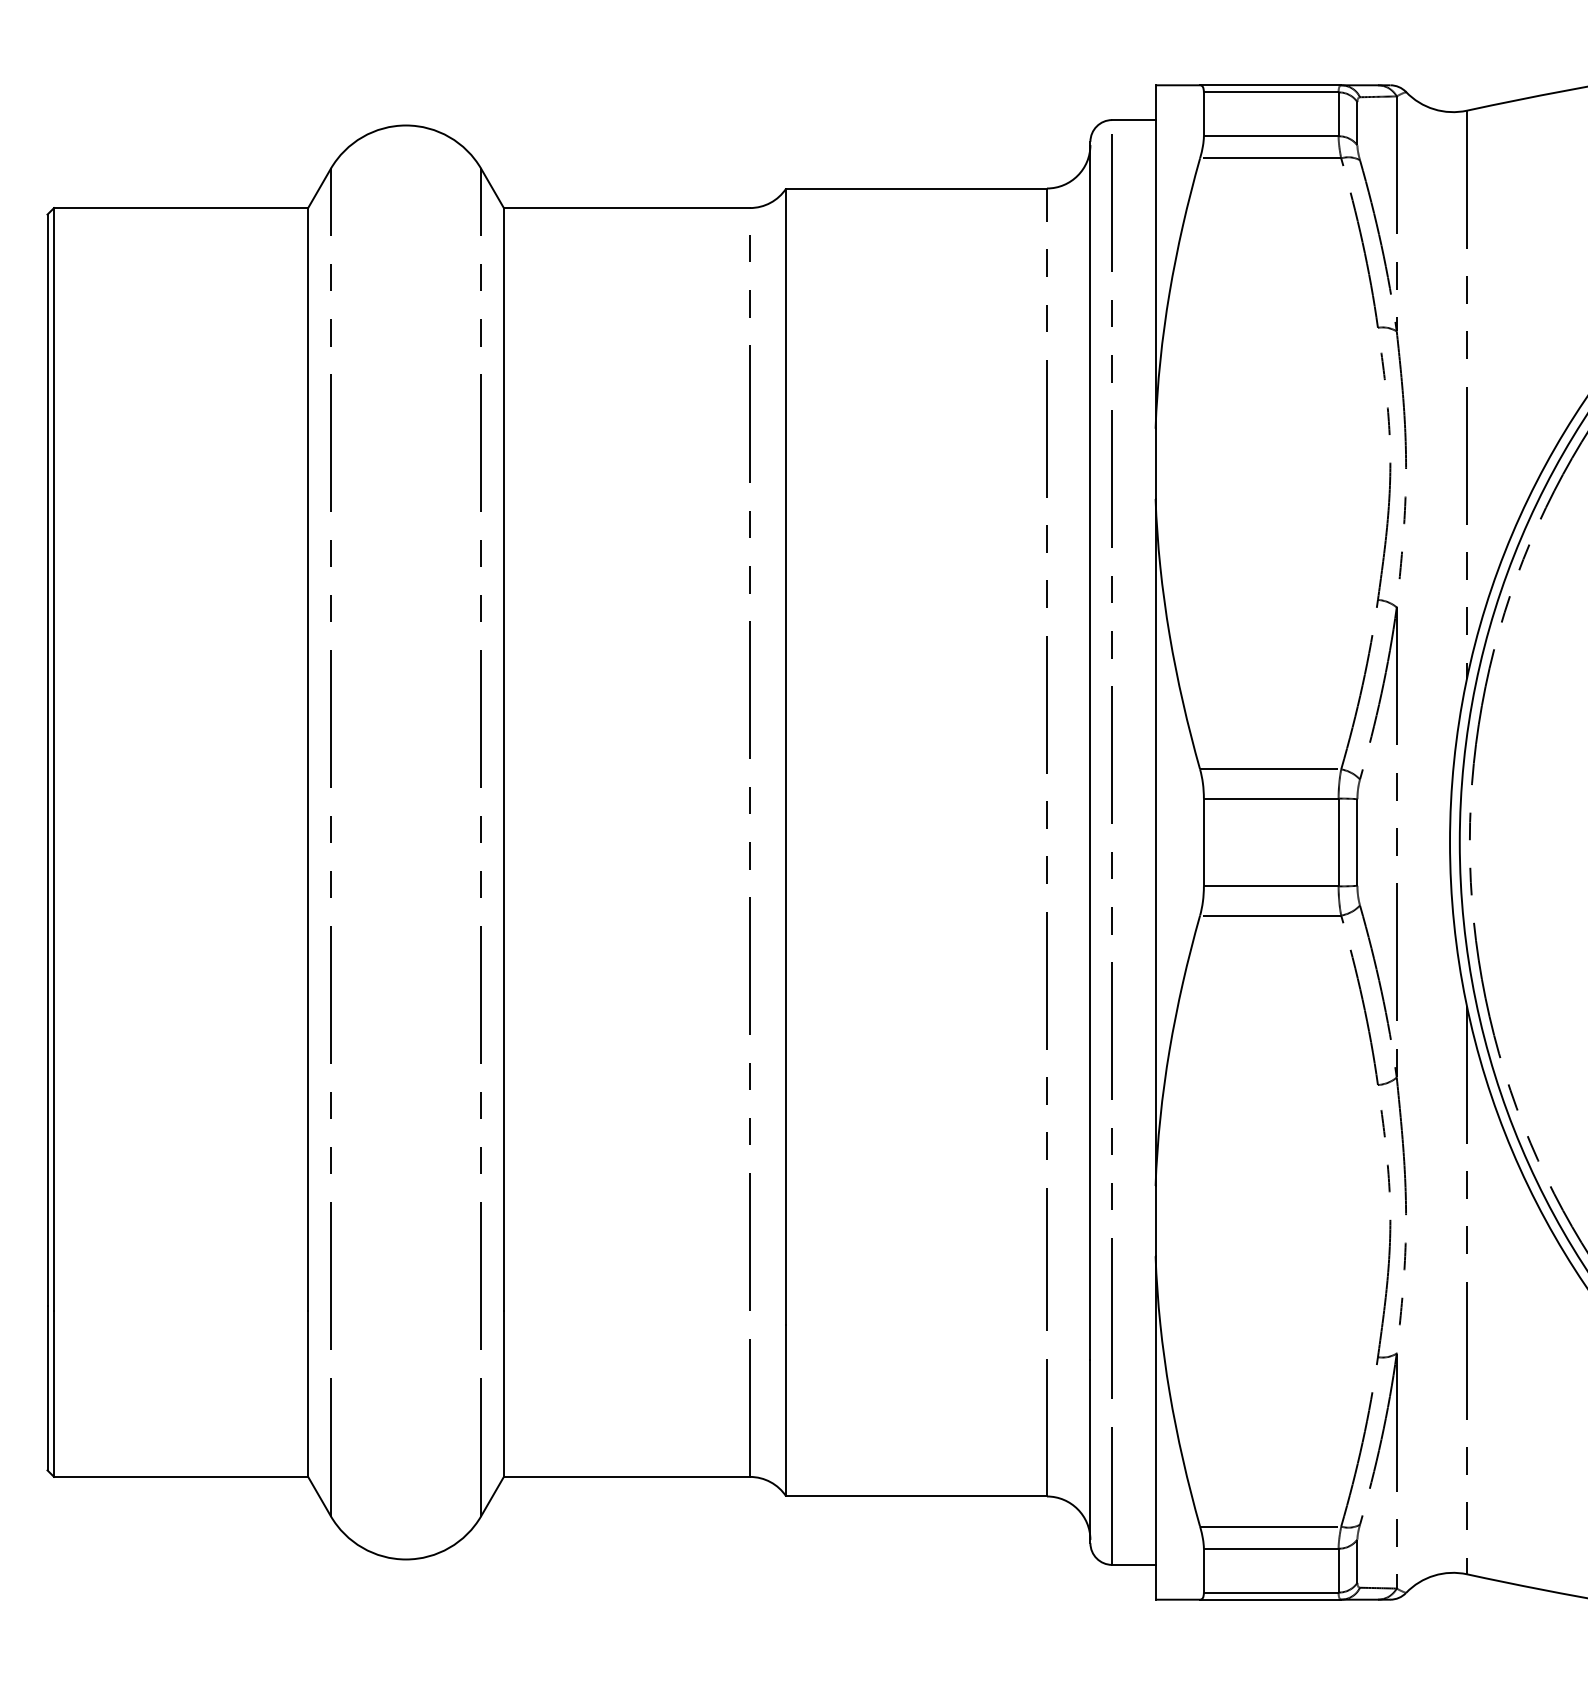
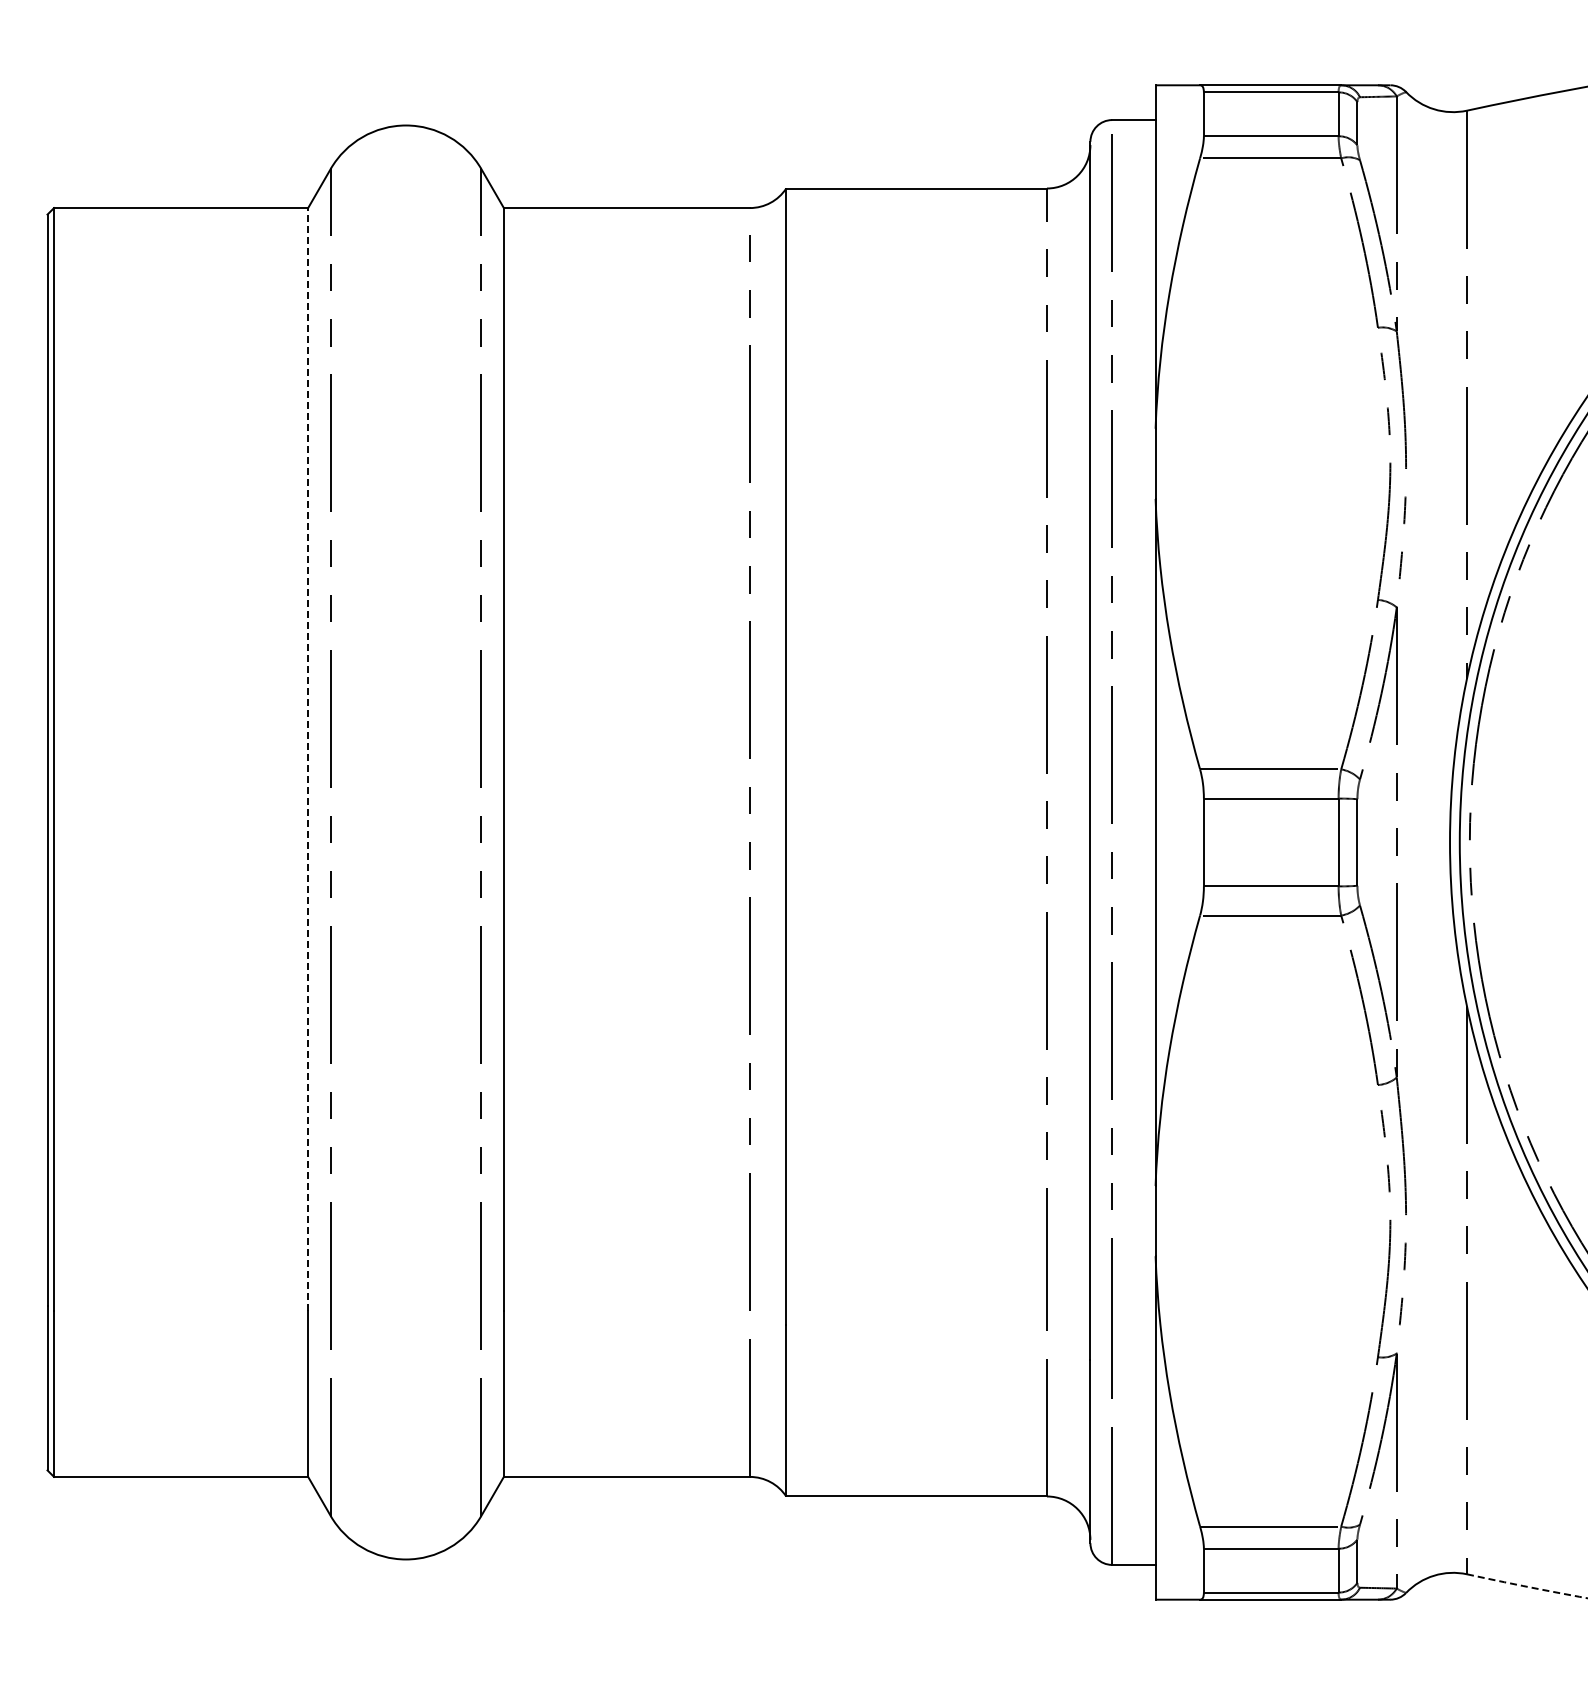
line at (308, 759): solid -> dashed
arc at (1528, 1586): solid -> dashed
